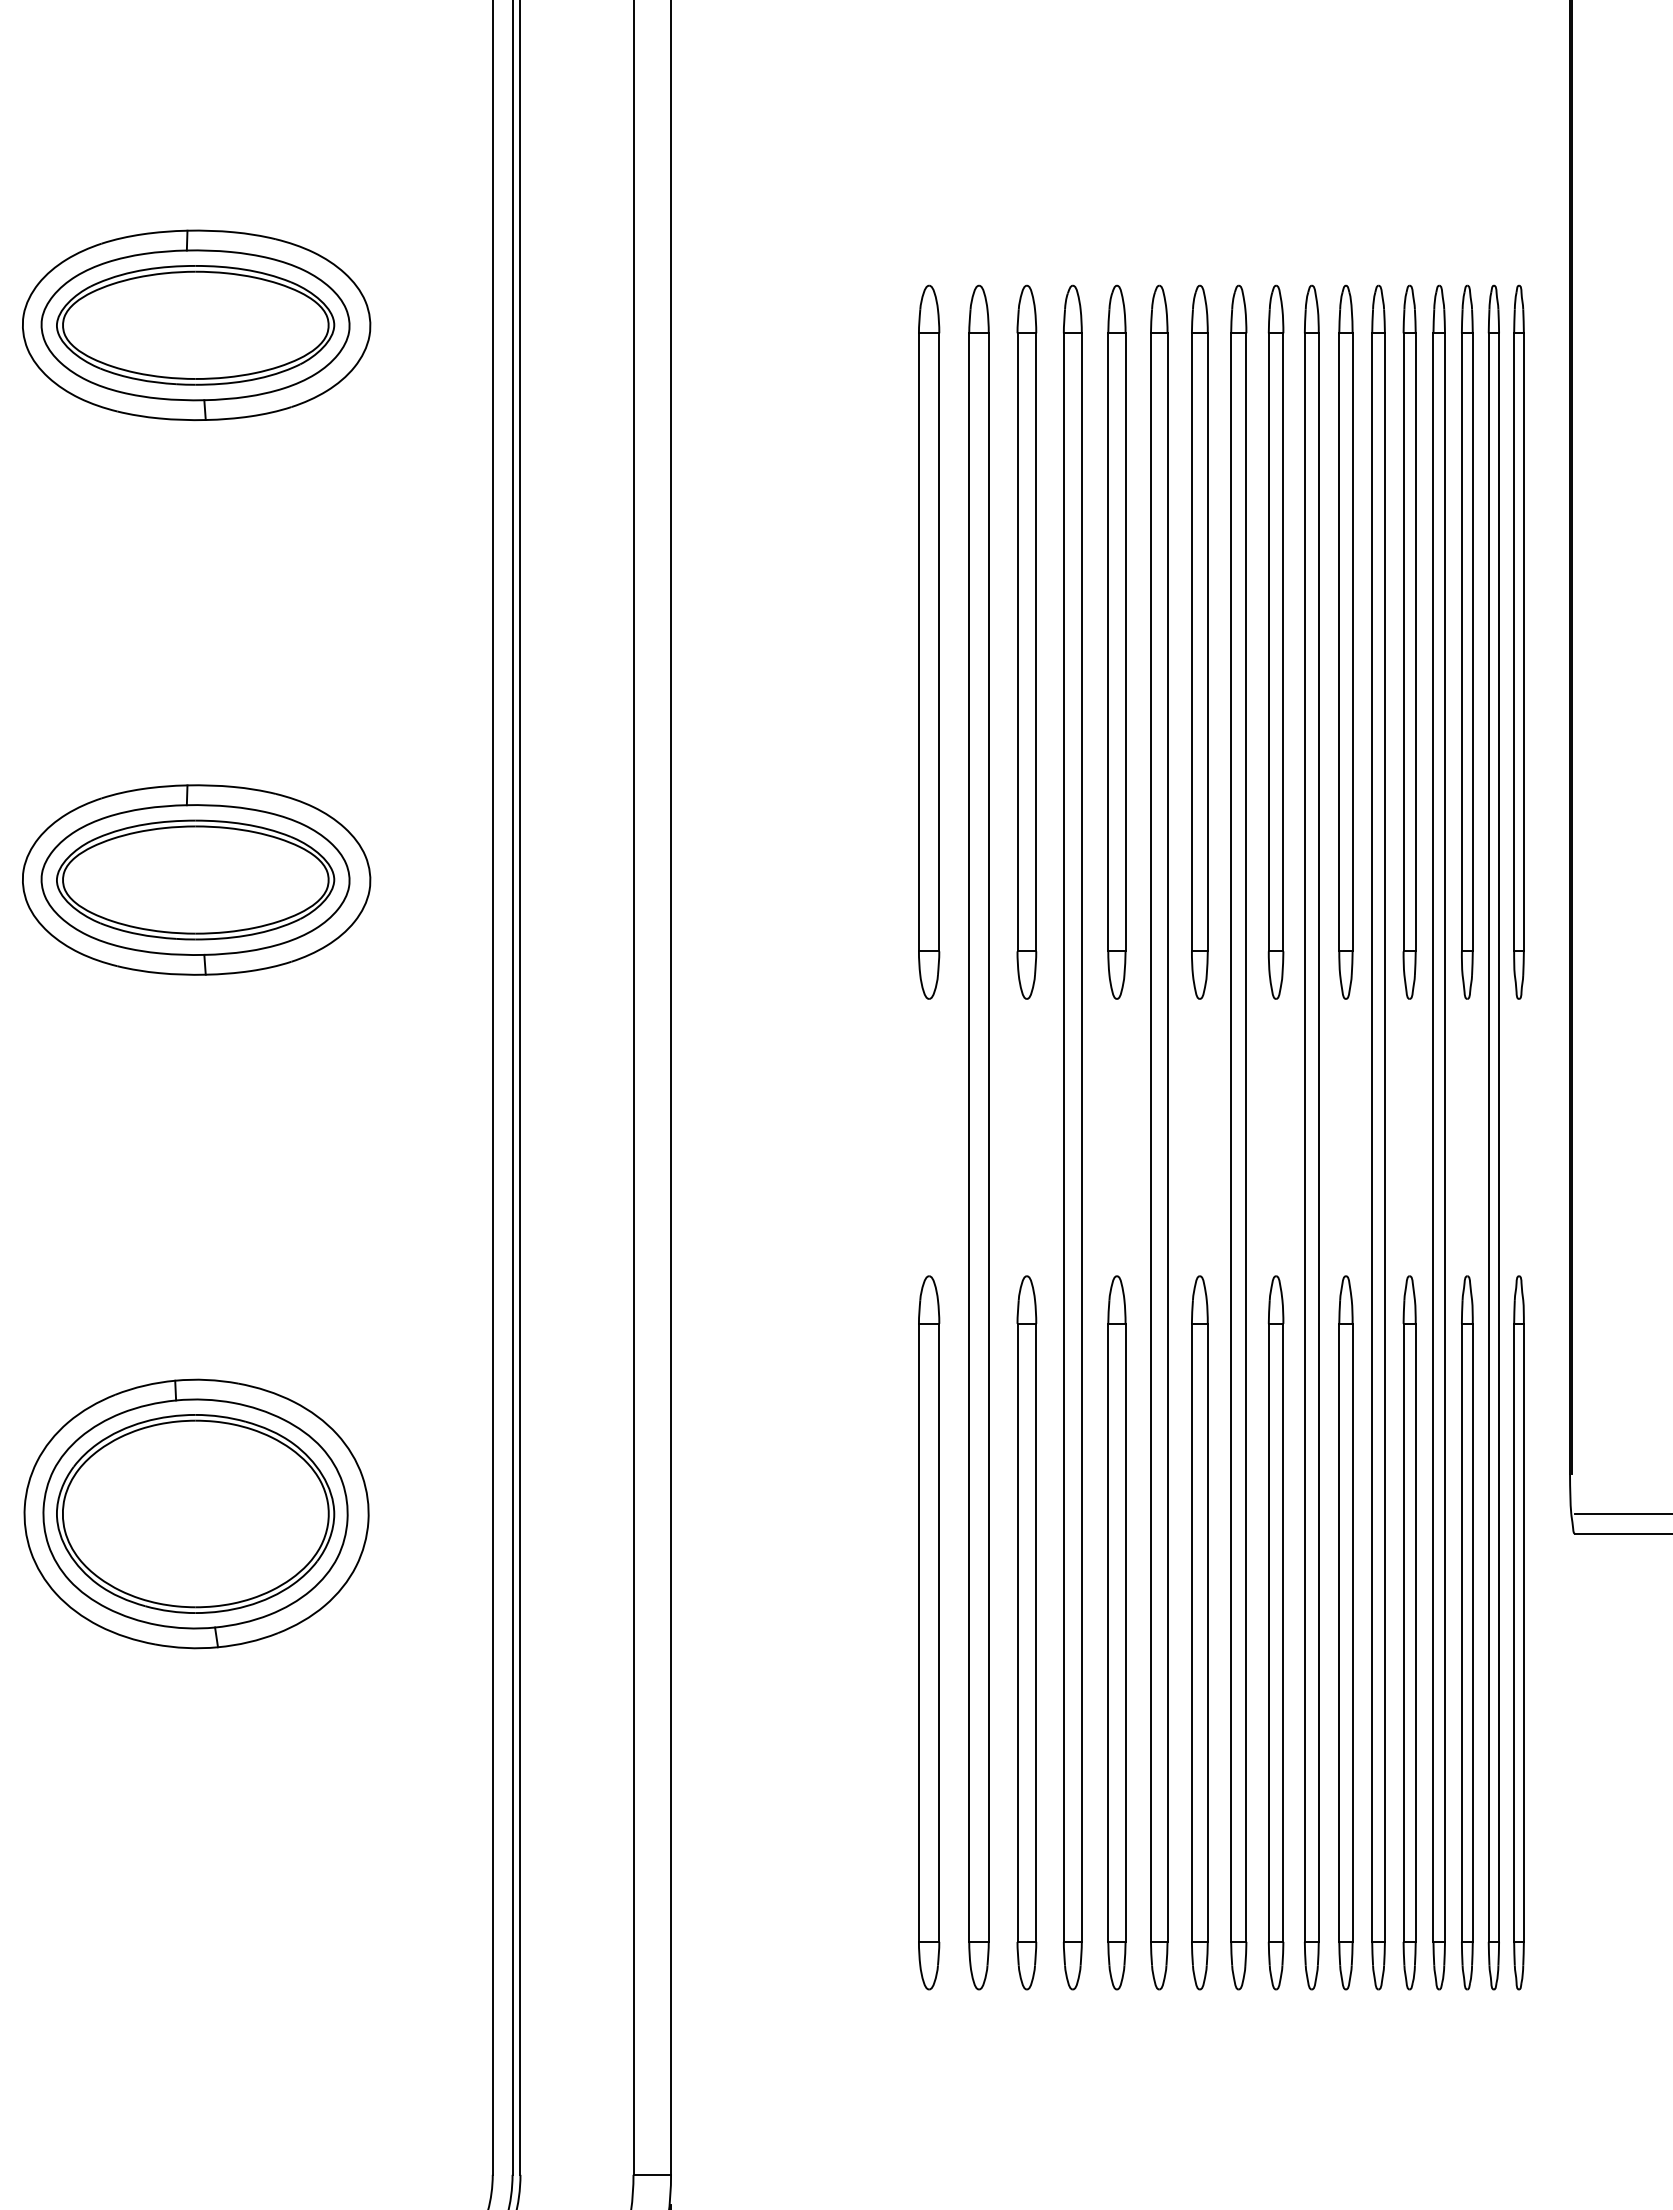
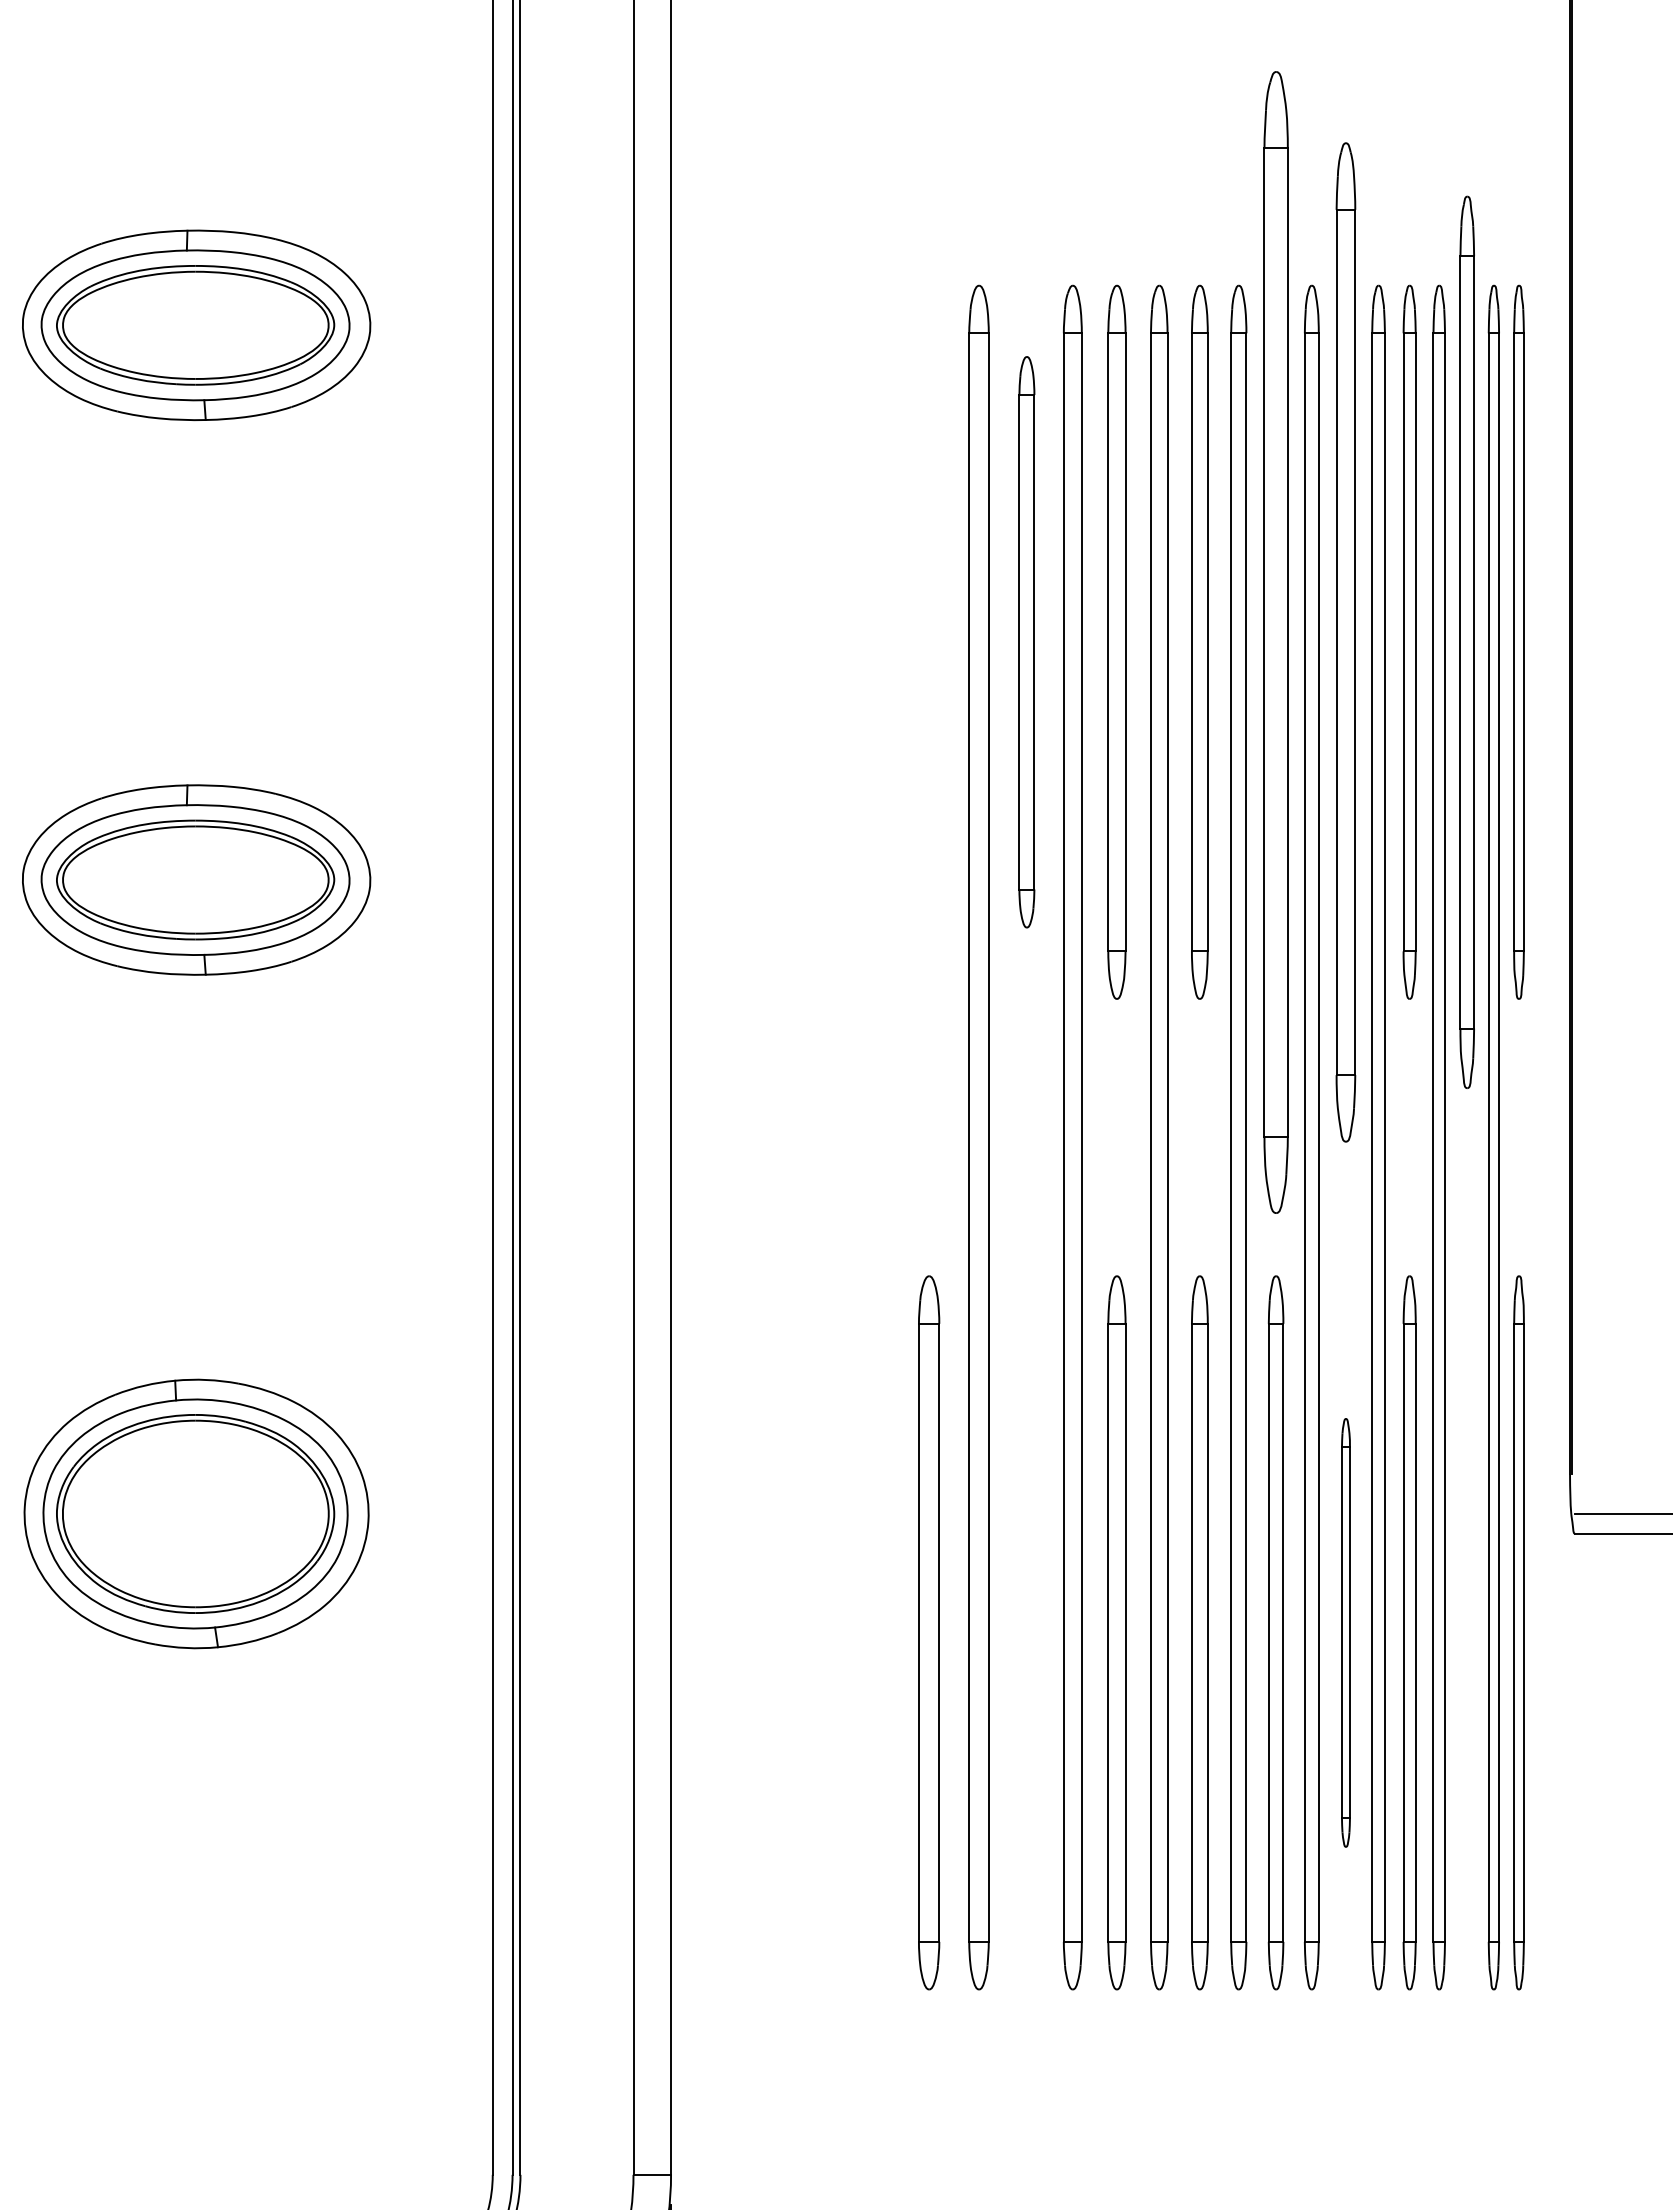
part at (929, 641): present -> none
part at (1026, 641) size: 22x716 px -> 18x573 px
part at (1275, 641) size: 18x716 px -> 26x1143 px
part at (1345, 641) size: 16x716 px -> 22x1001 px
part at (1467, 641) size: 13x716 px -> 16x894 px
part at (1026, 1632): present -> none
part at (1345, 1632) size: 16x716 px -> 10x430 px
part at (1467, 1632): present -> none
